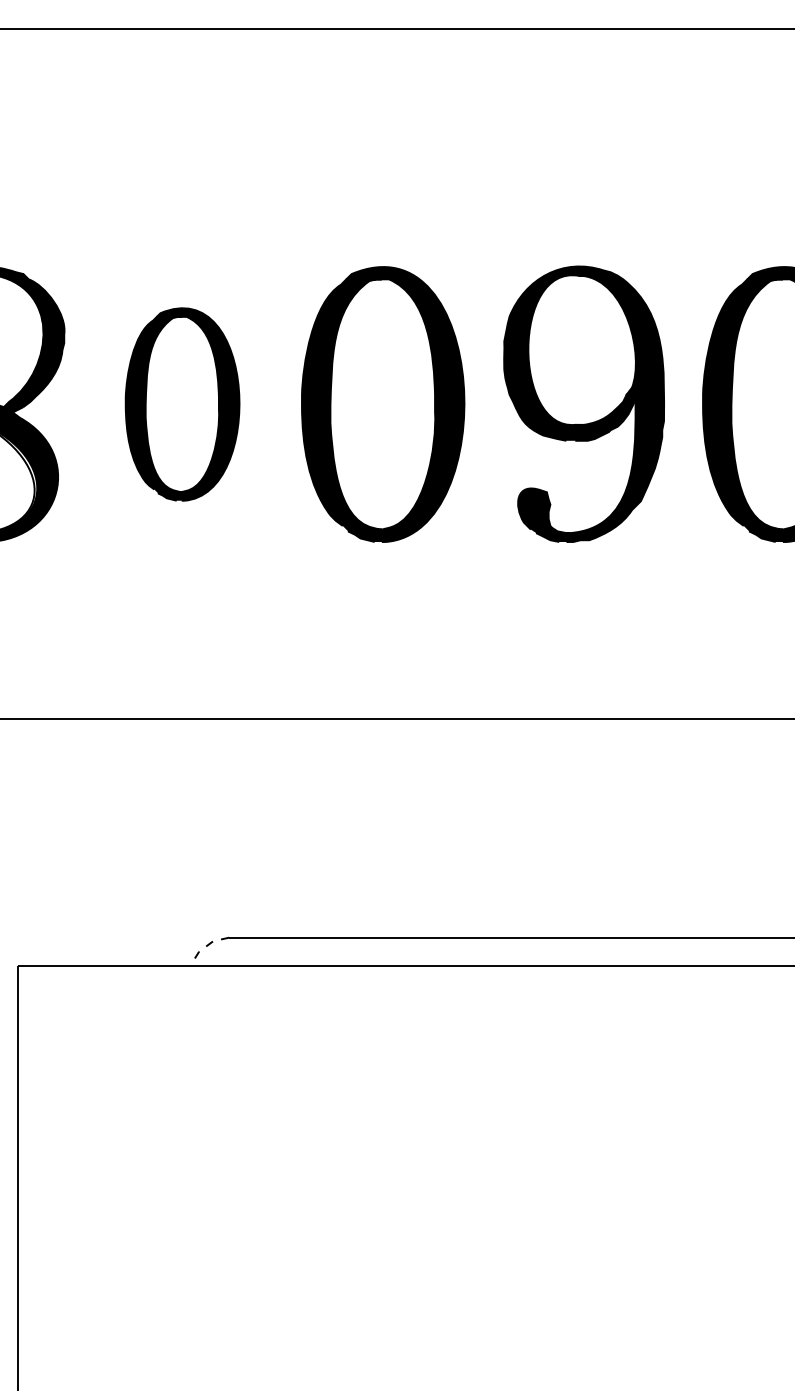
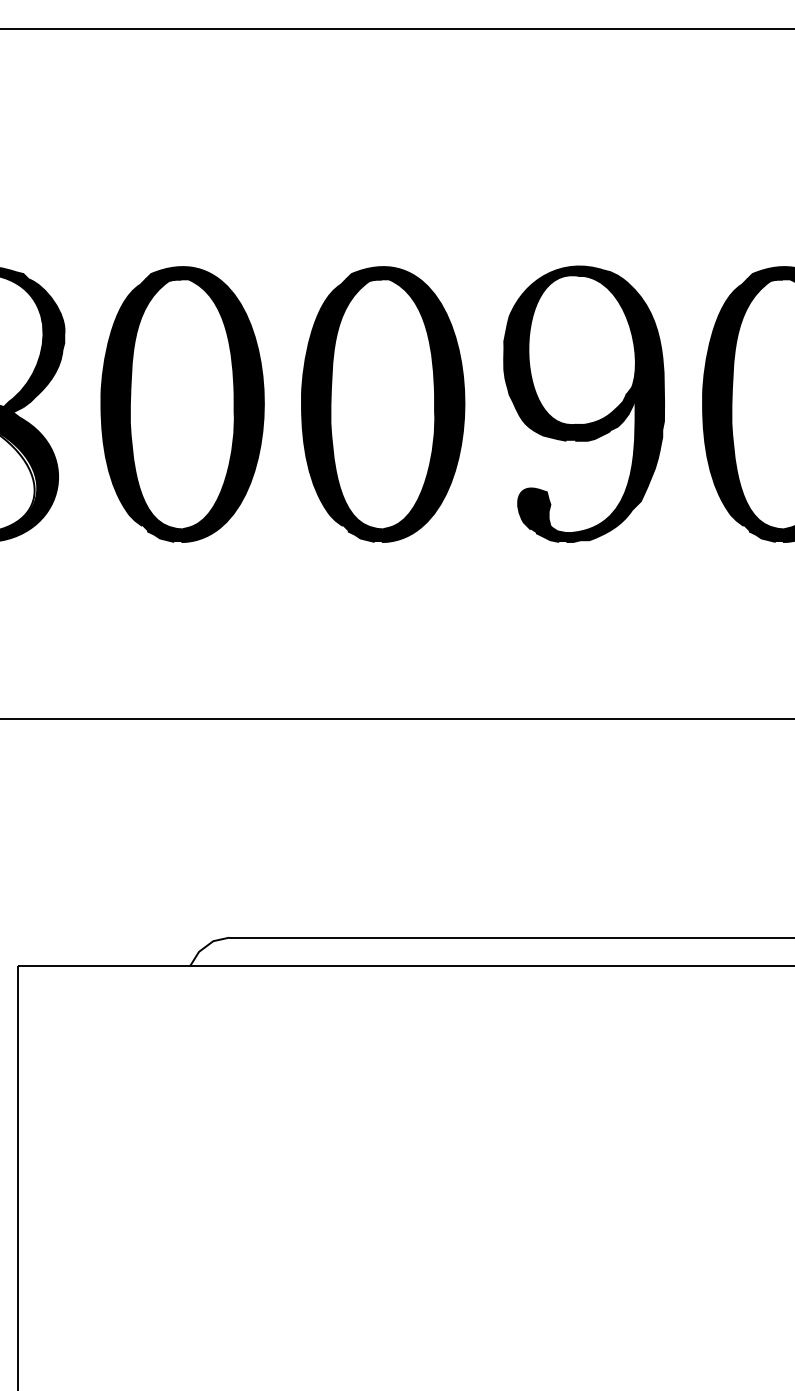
part at (182, 404) size: 117x195 px -> 165x277 px
line at (206, 946): dashed -> solid
